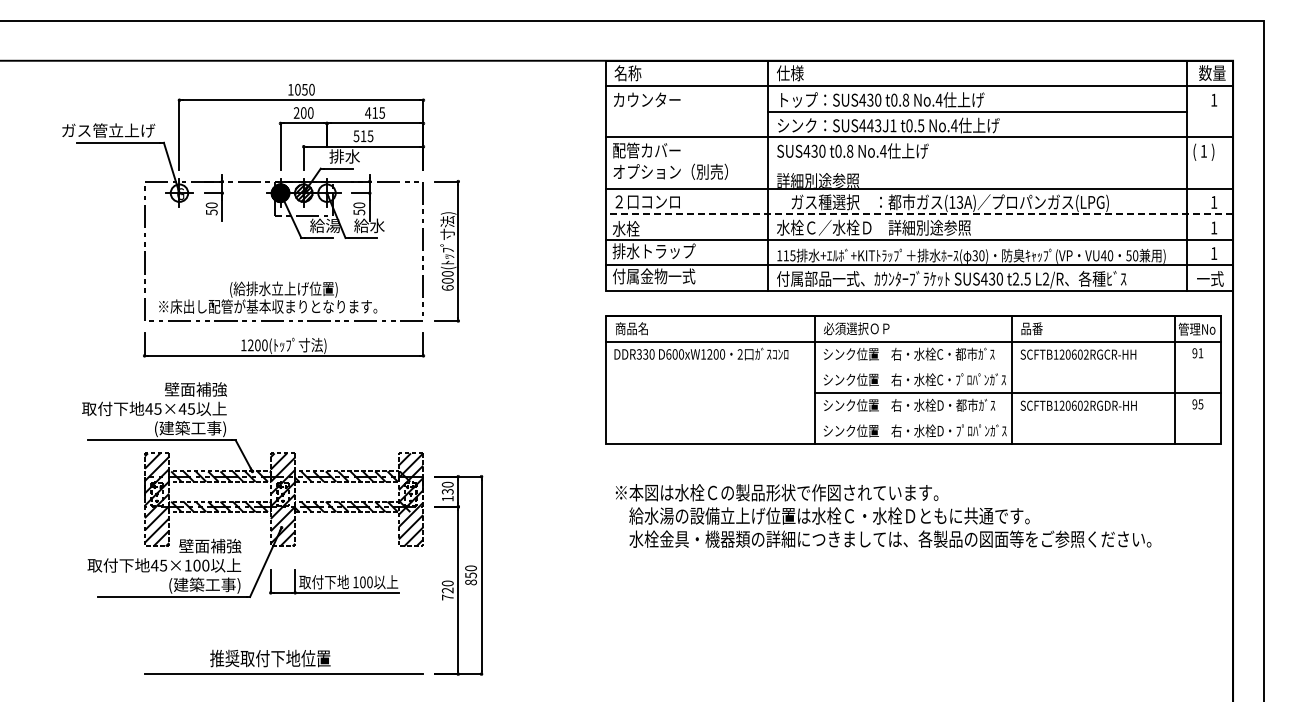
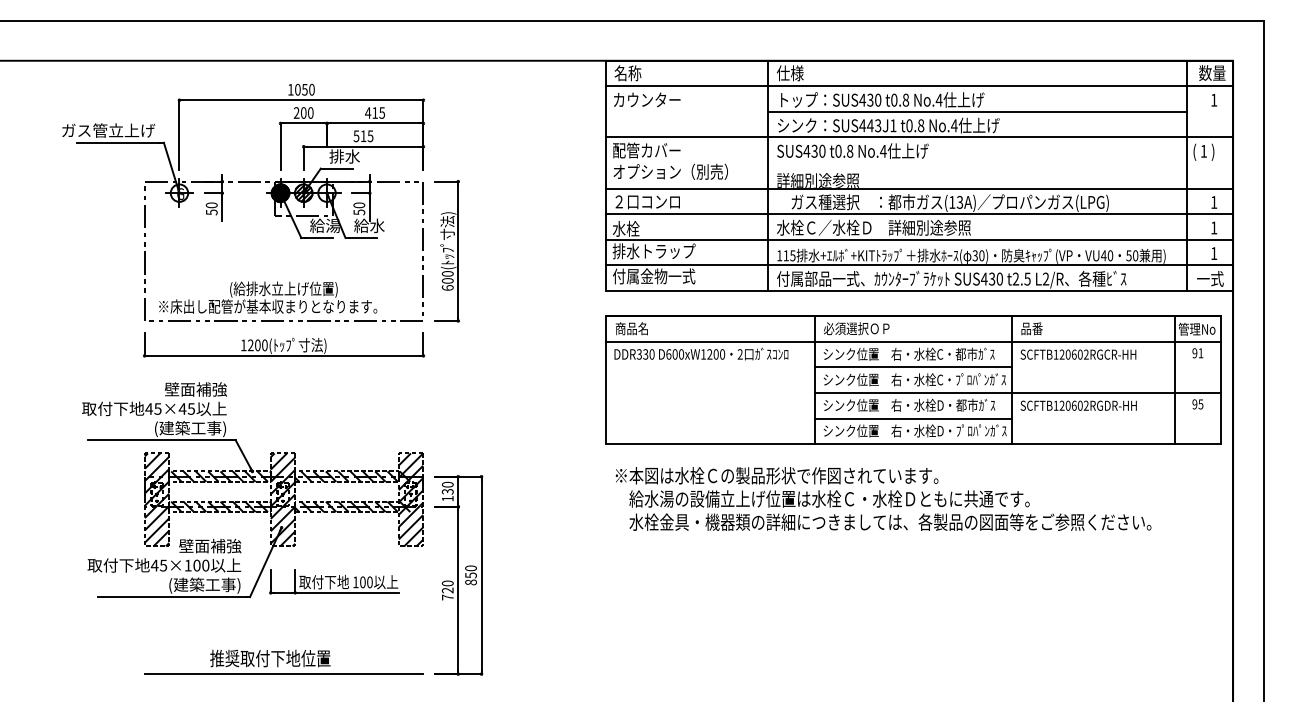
text at (920, 125): t0.5 -> t0.8
line at (919, 214): dashed -> solid
line at (913, 367): none -> present
line at (913, 418): none -> present
text at (883, 515) position: (883, 515) -> (883, 498)
